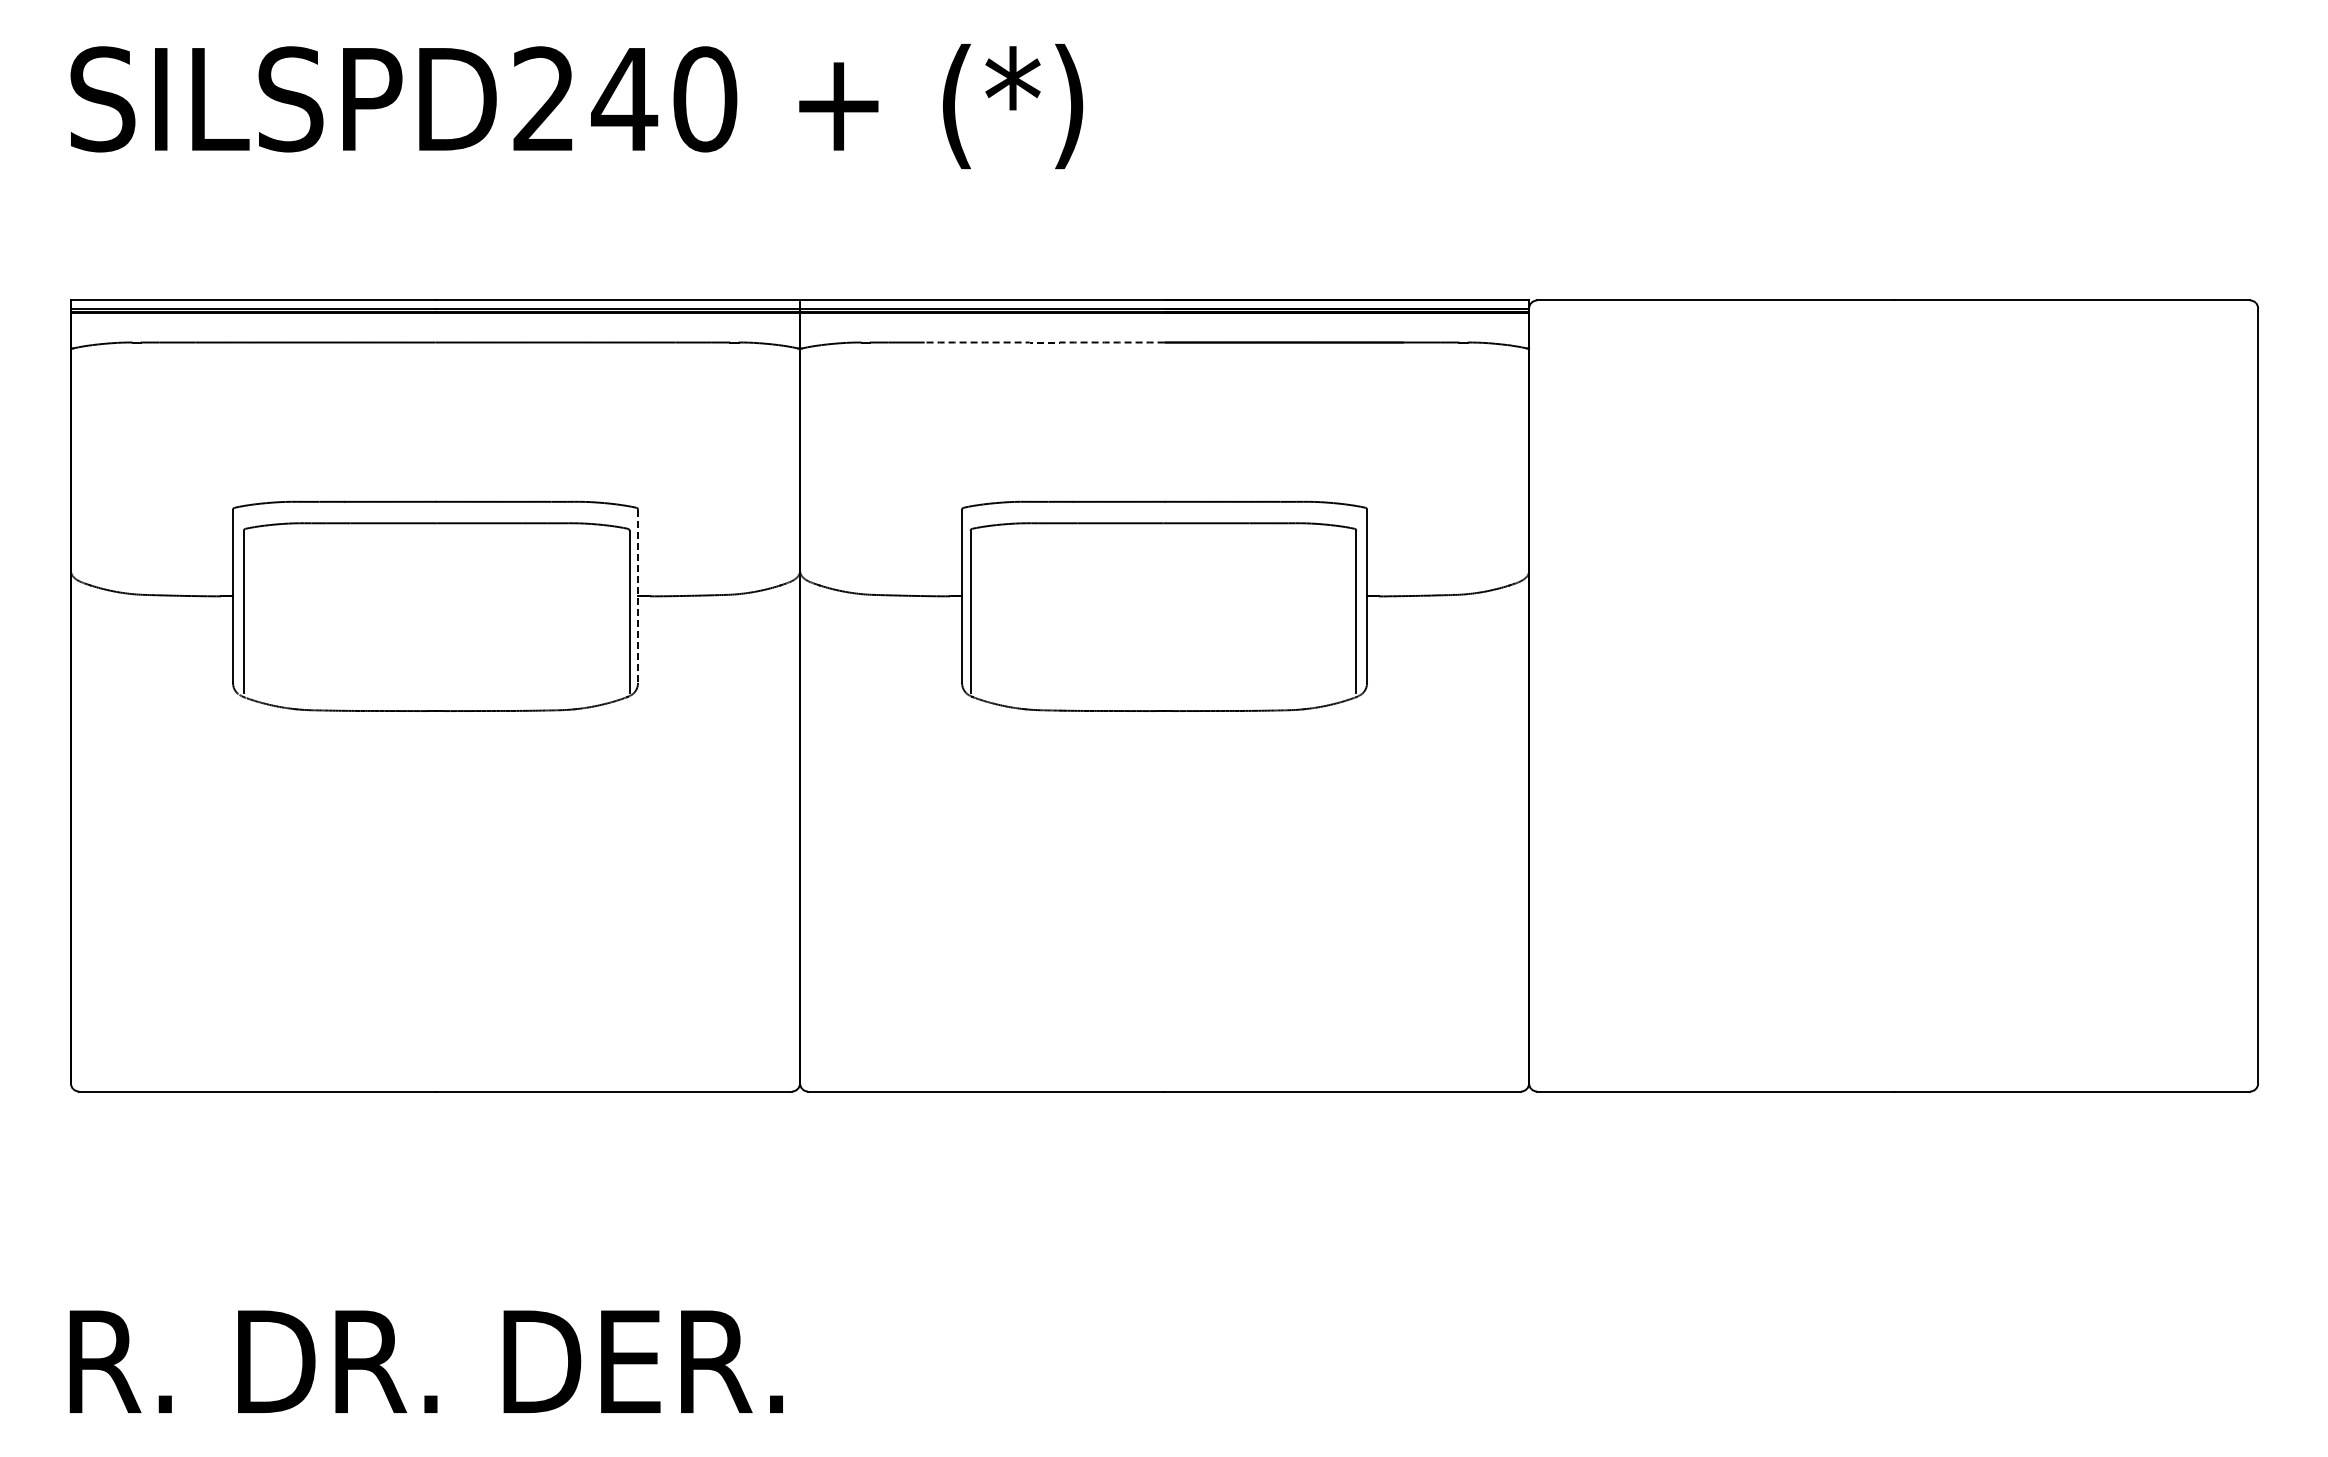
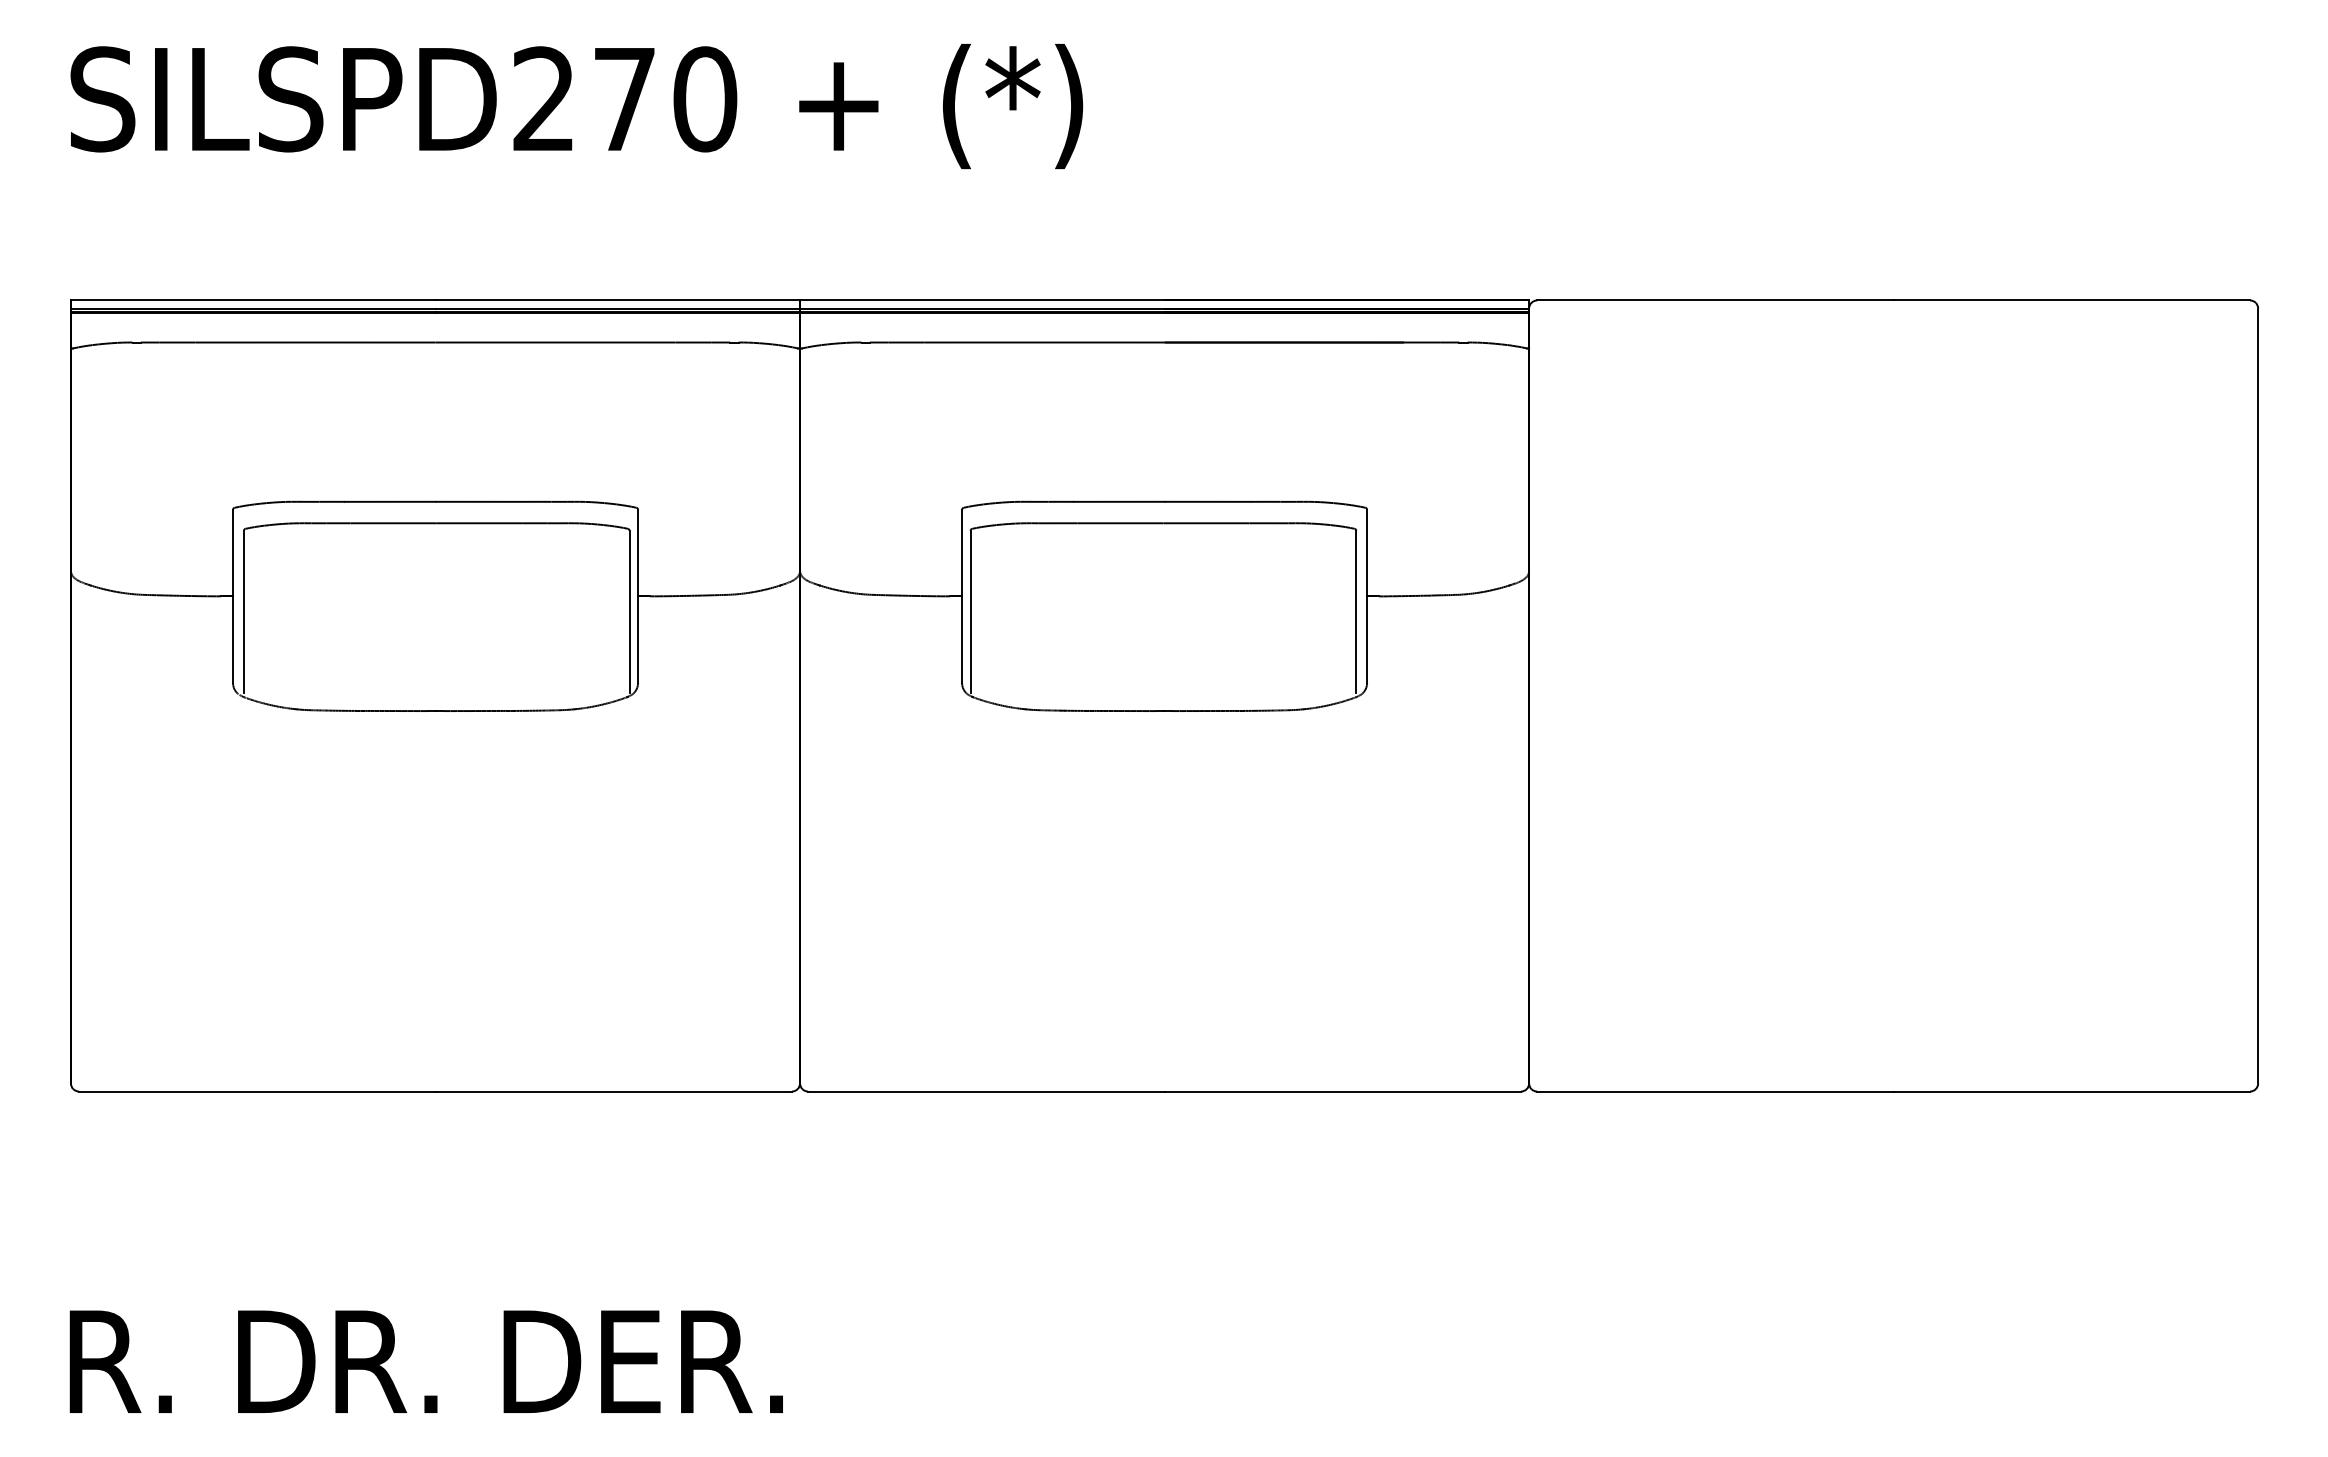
text at (624, 99): SILSPD240 -> SILSPD270
arc at (1044, 342): dashed -> solid
line at (638, 596): dashed -> solid
